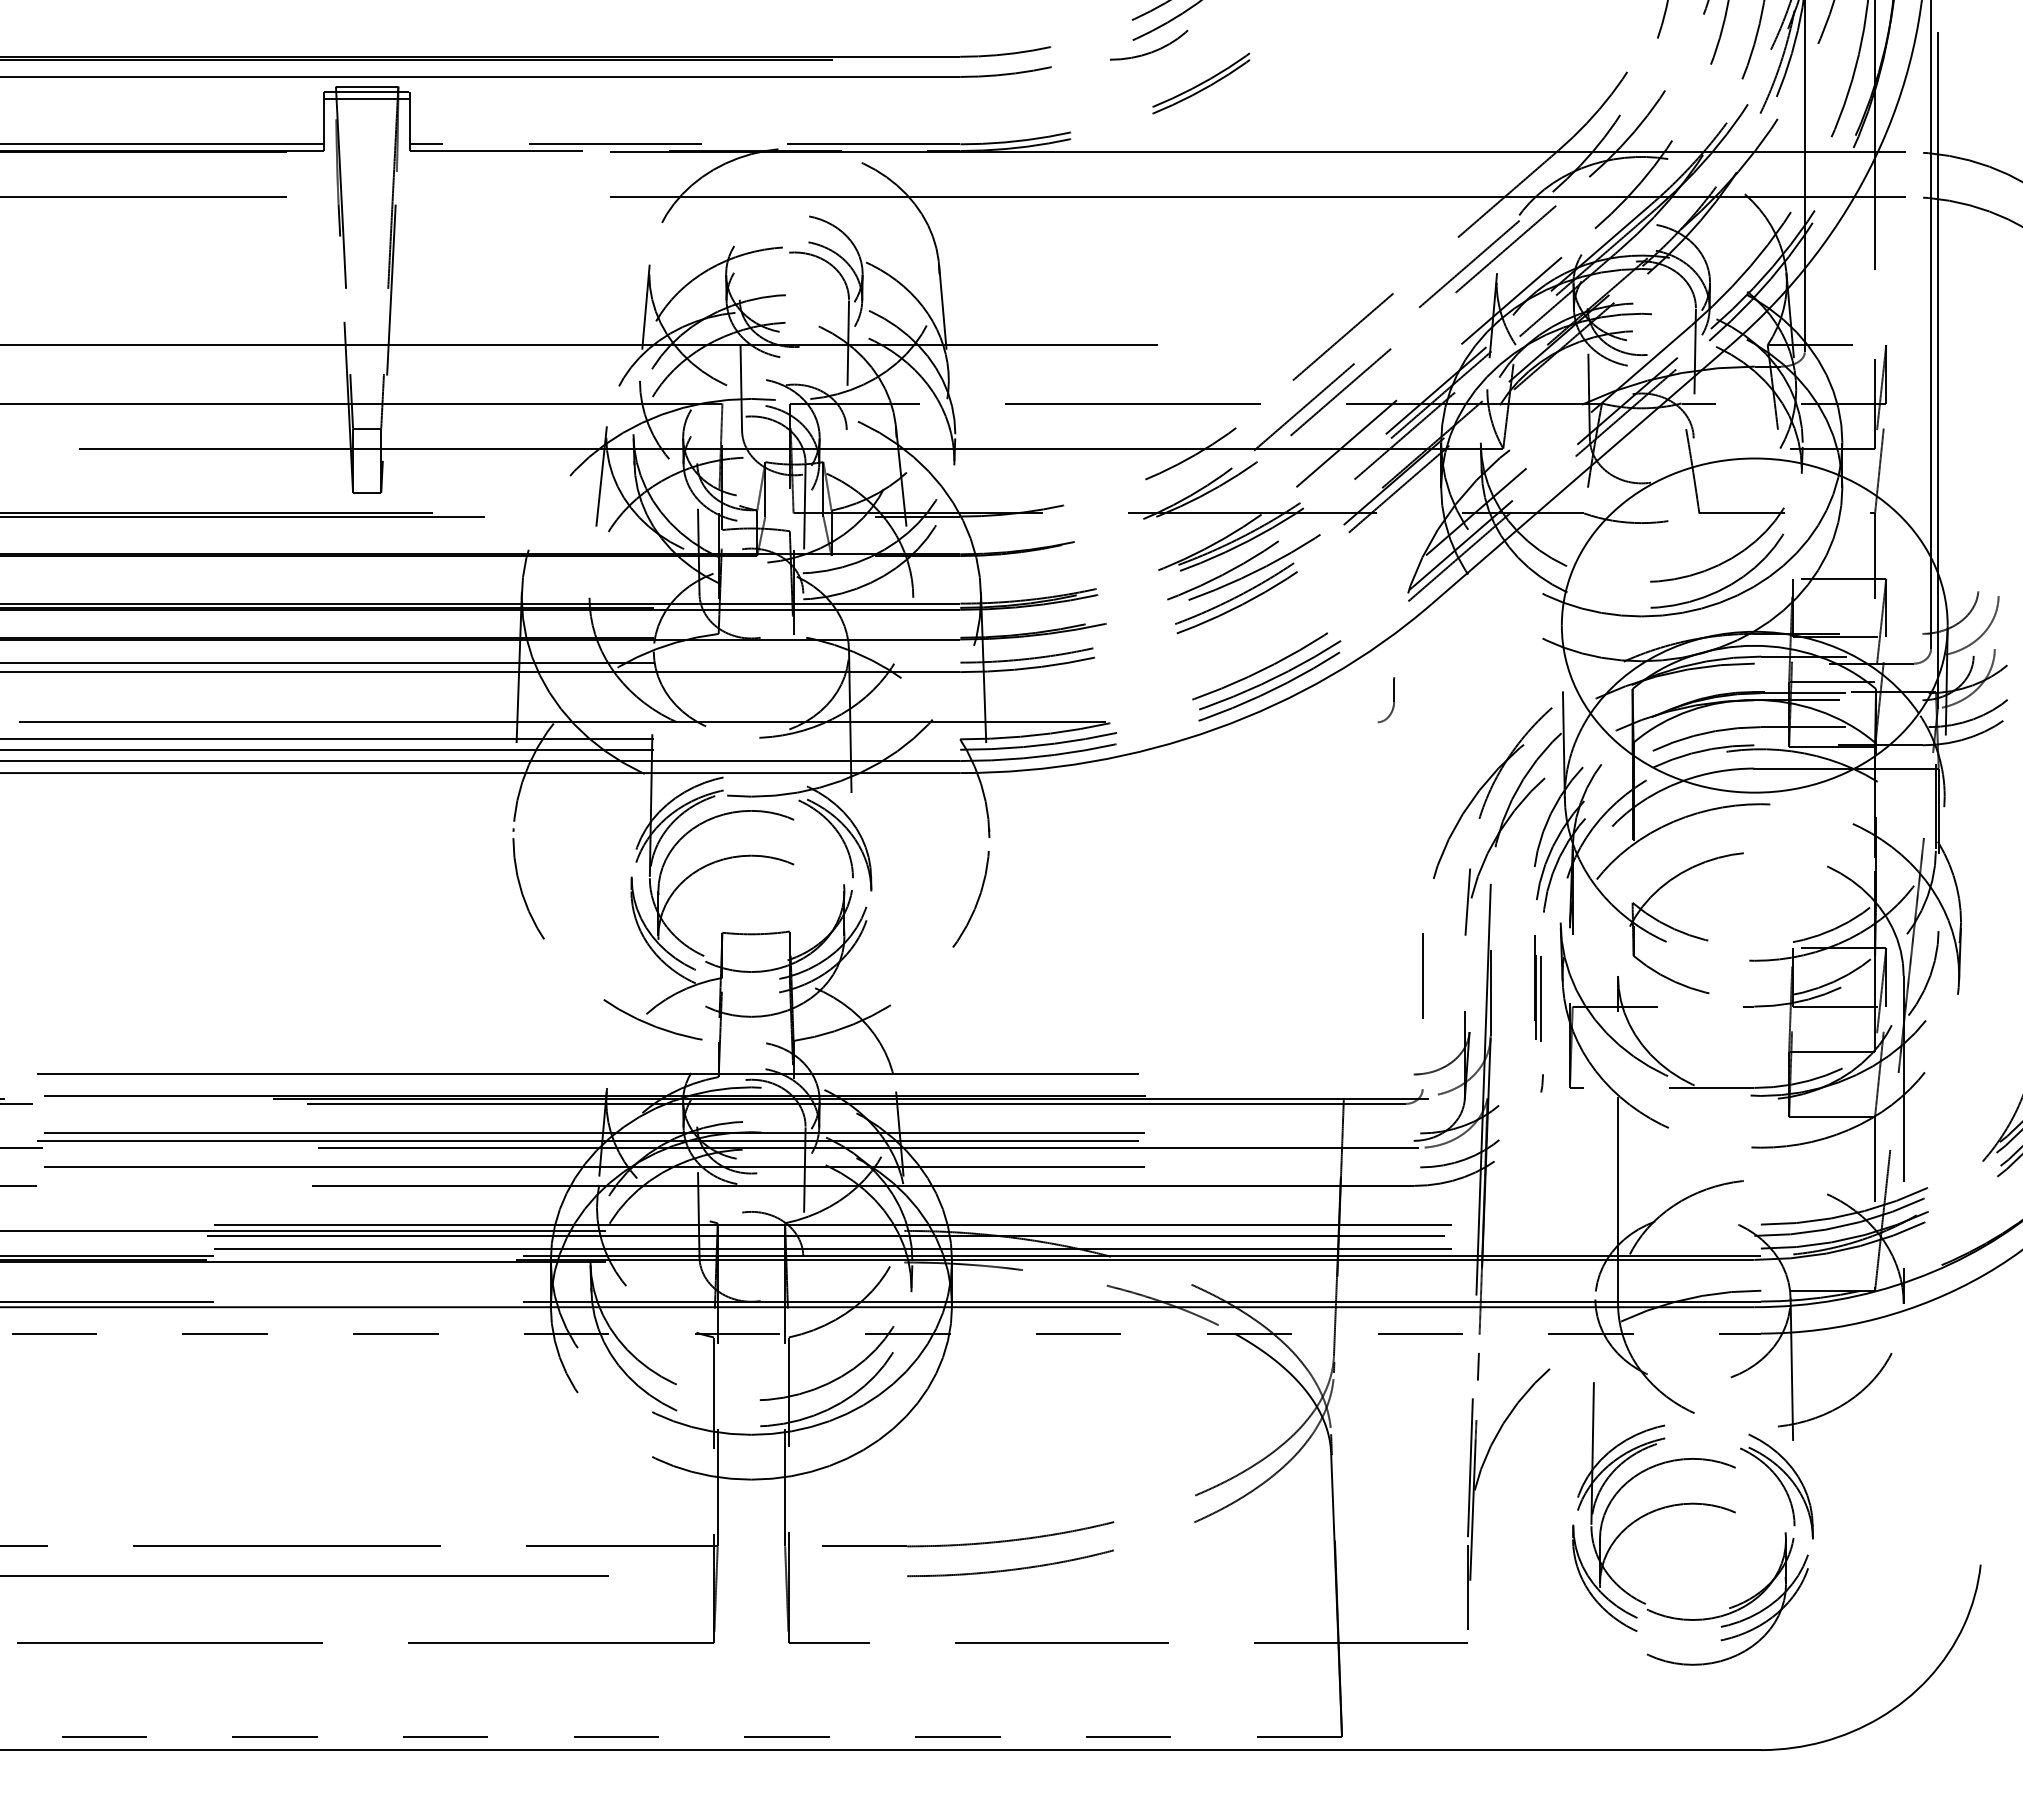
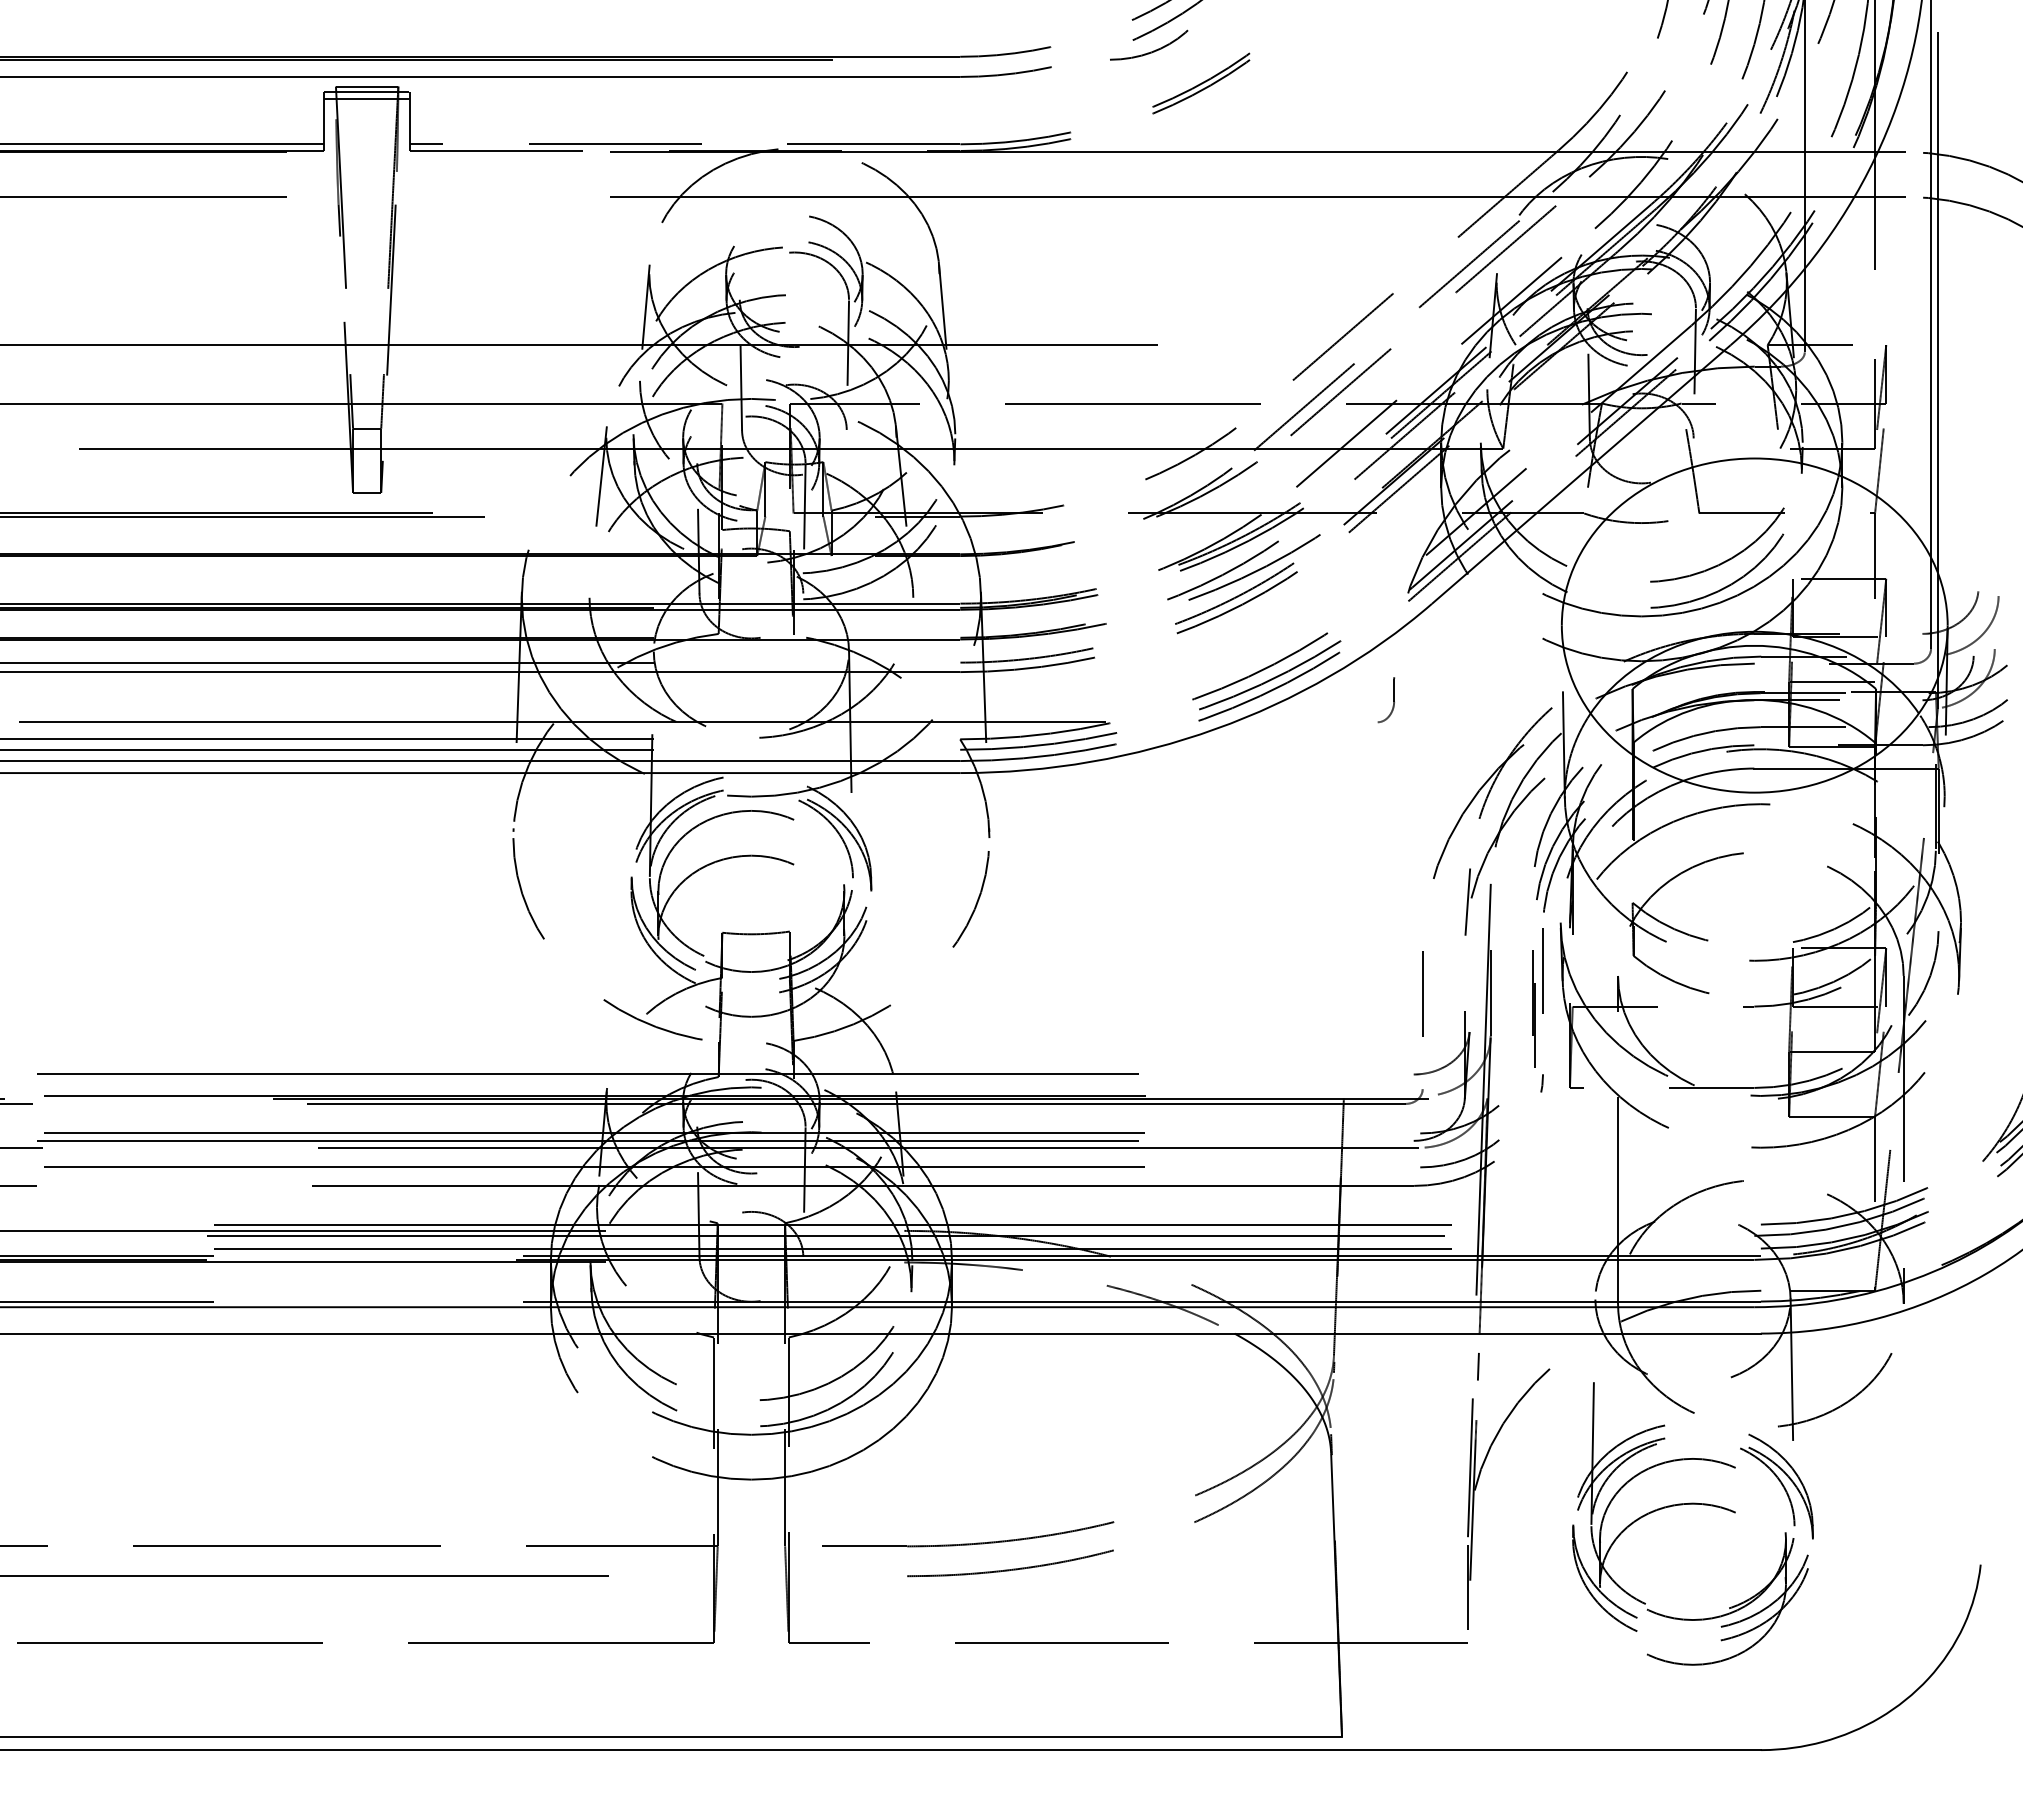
line at (1422, 975) position: (1422, 975) -> (1422, 993)
part at (1537, 995) size: 8x92 px -> 12x140 px
line at (880, 1333): dashed -> solid
line at (671, 1736): dashed -> solid
